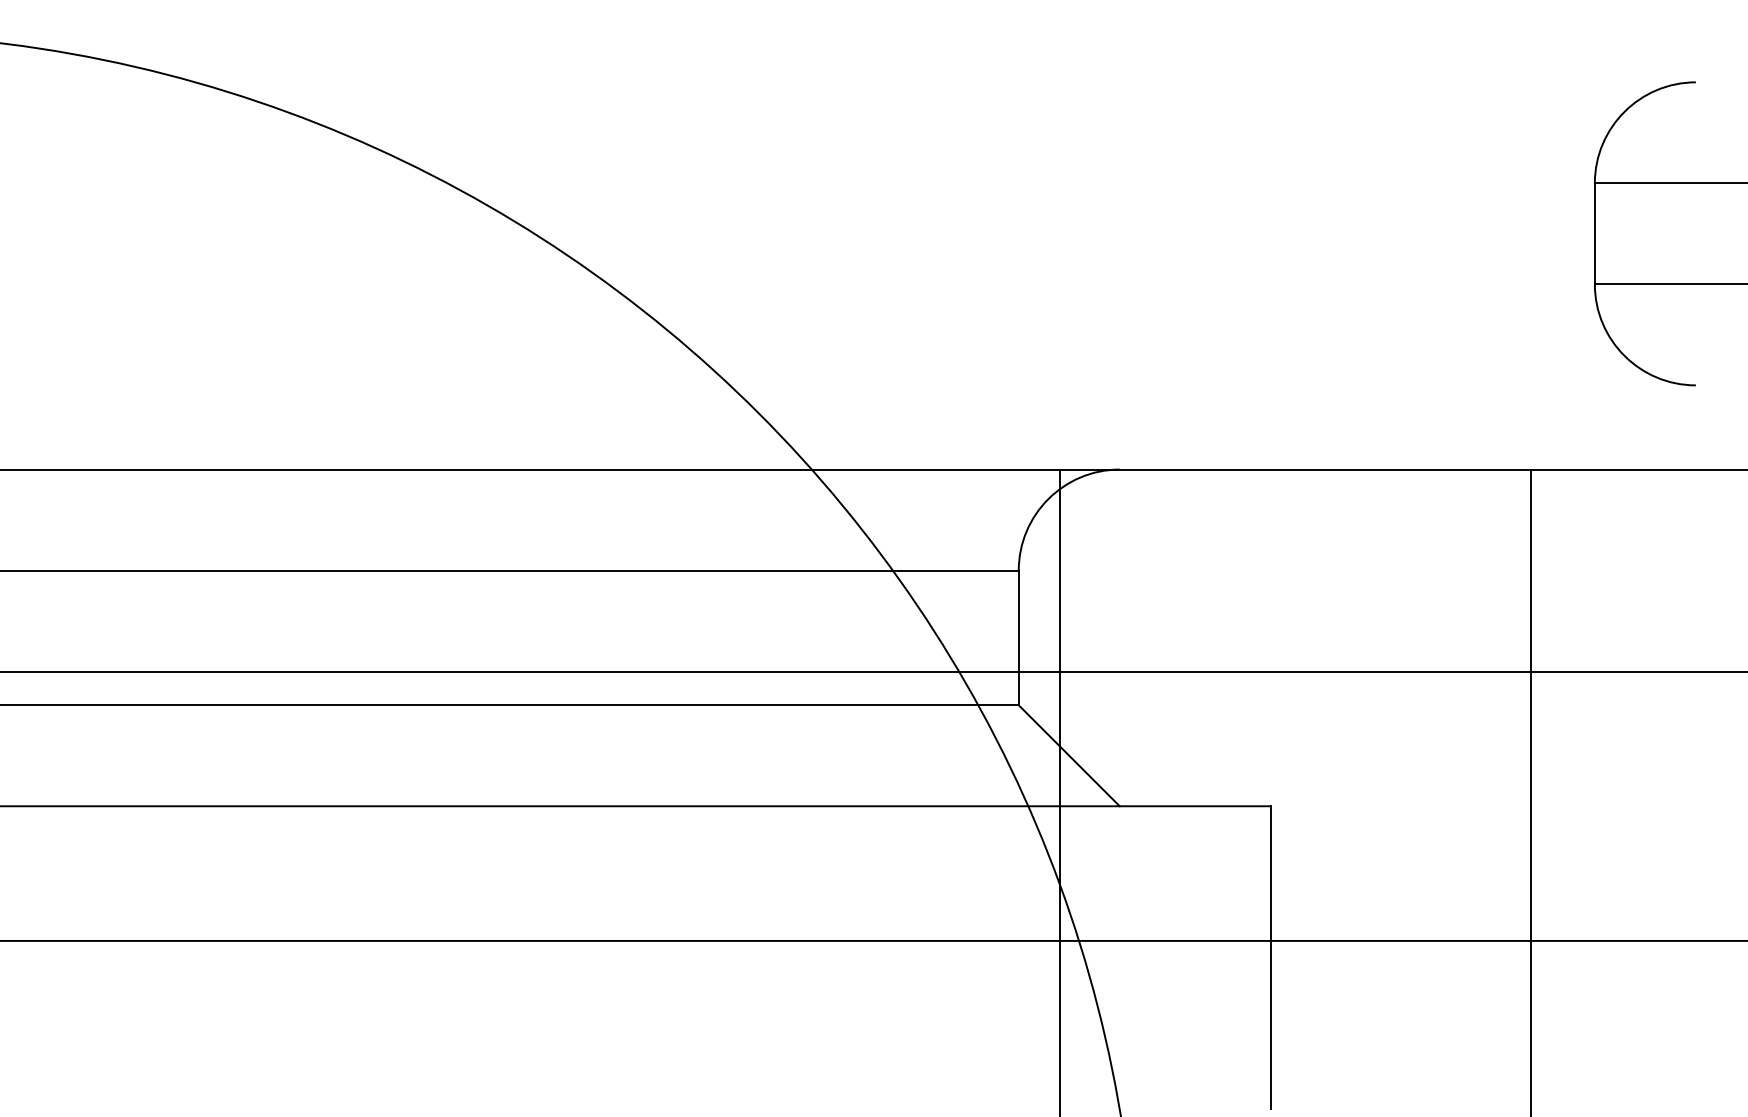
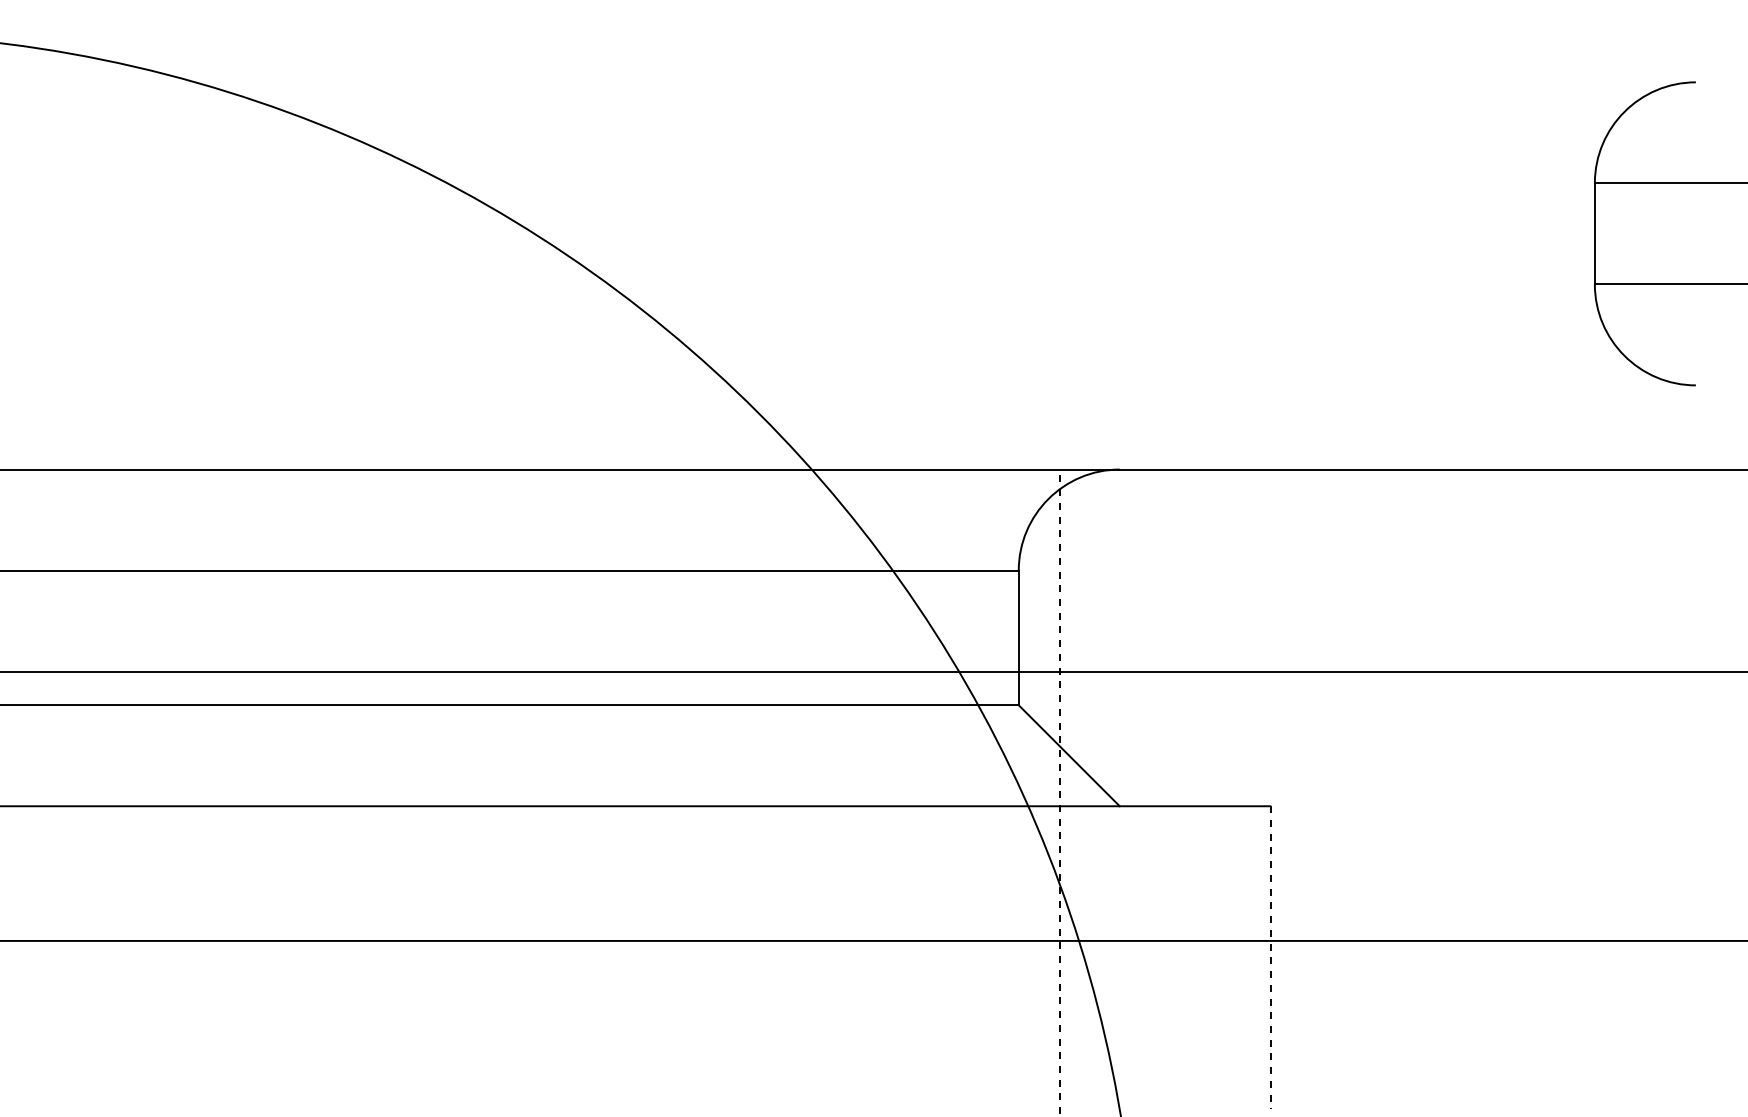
line at (1531, 791): present -> none
line at (1059, 792): solid -> dashed
line at (1271, 957): solid -> dashed
